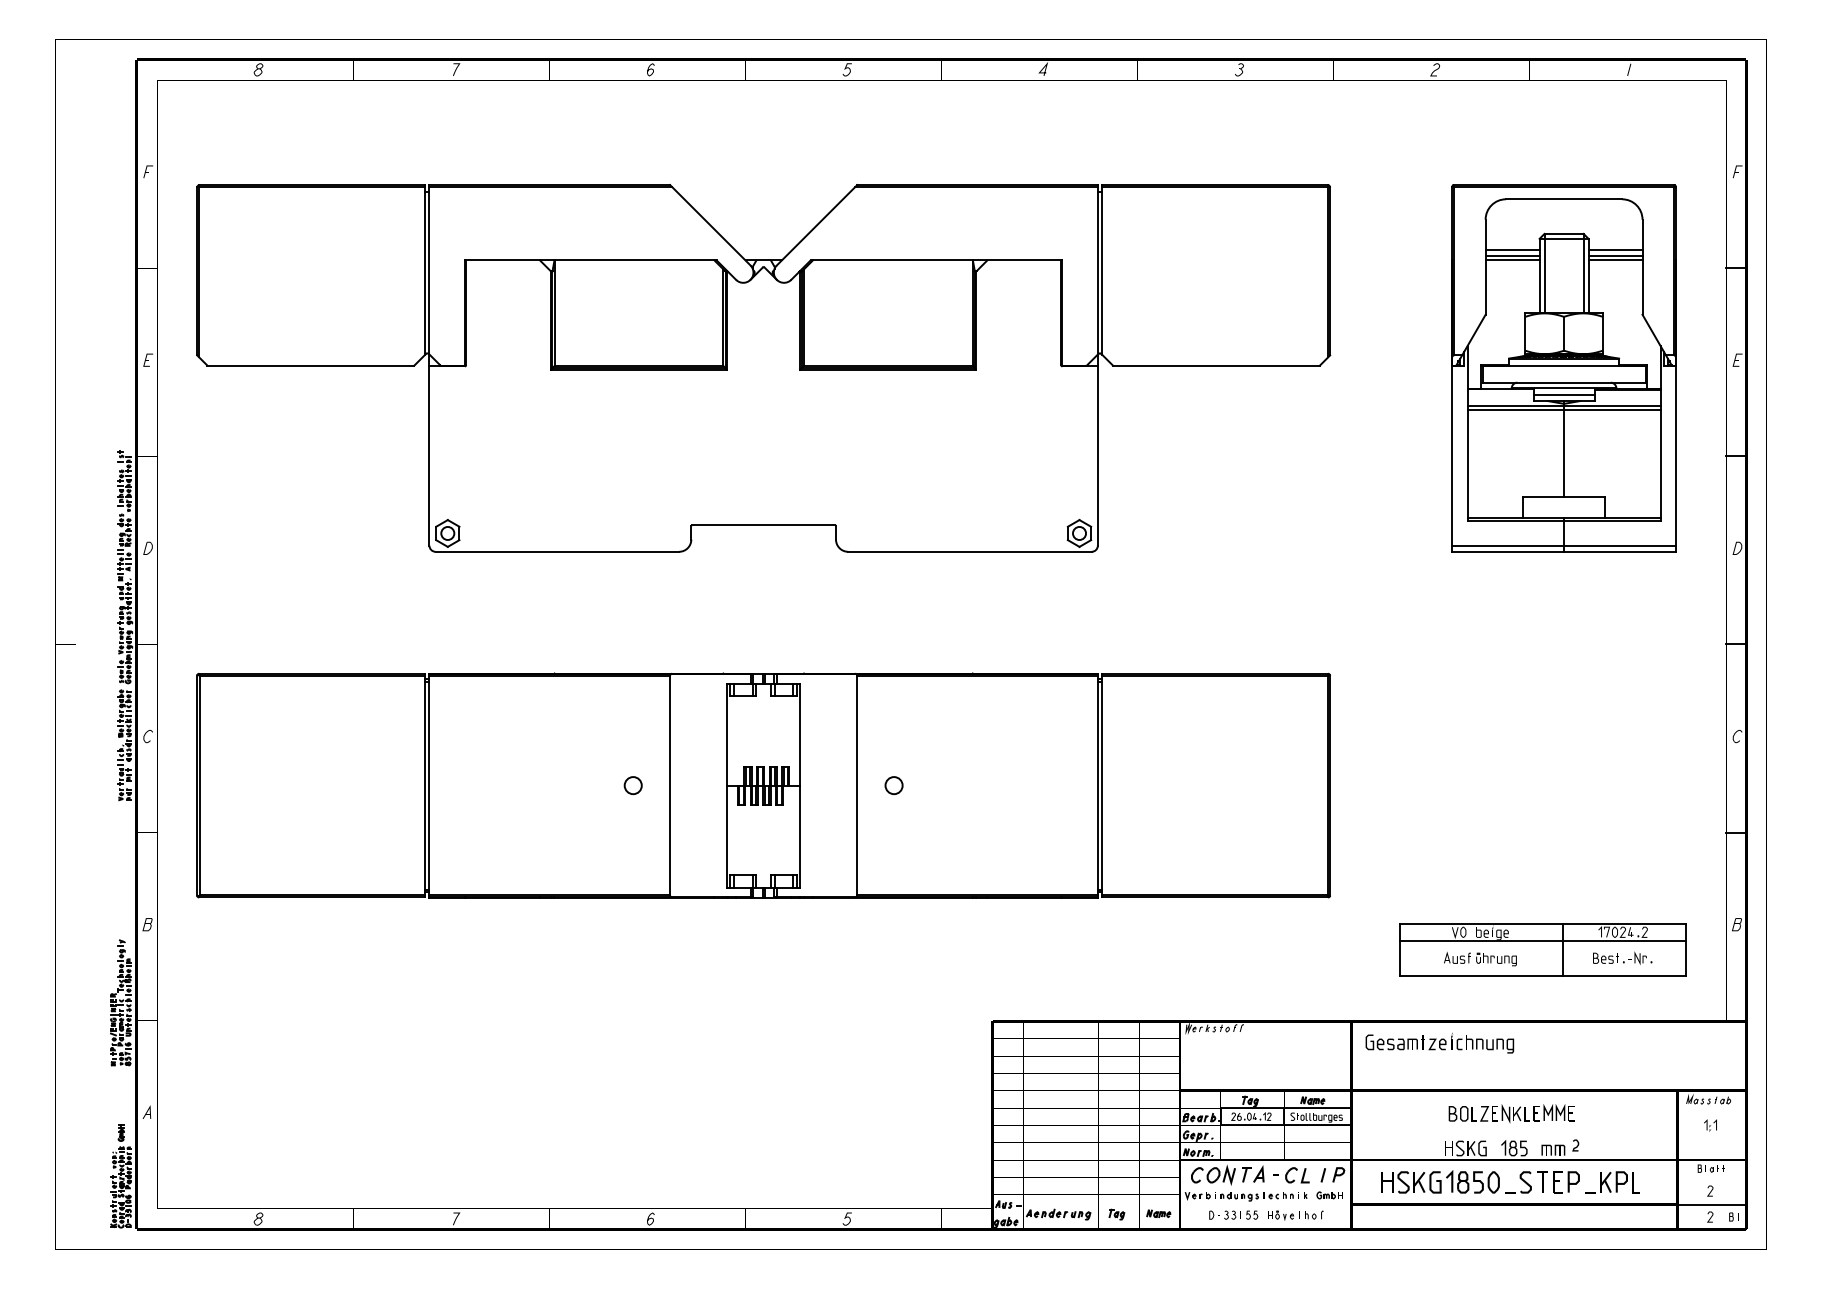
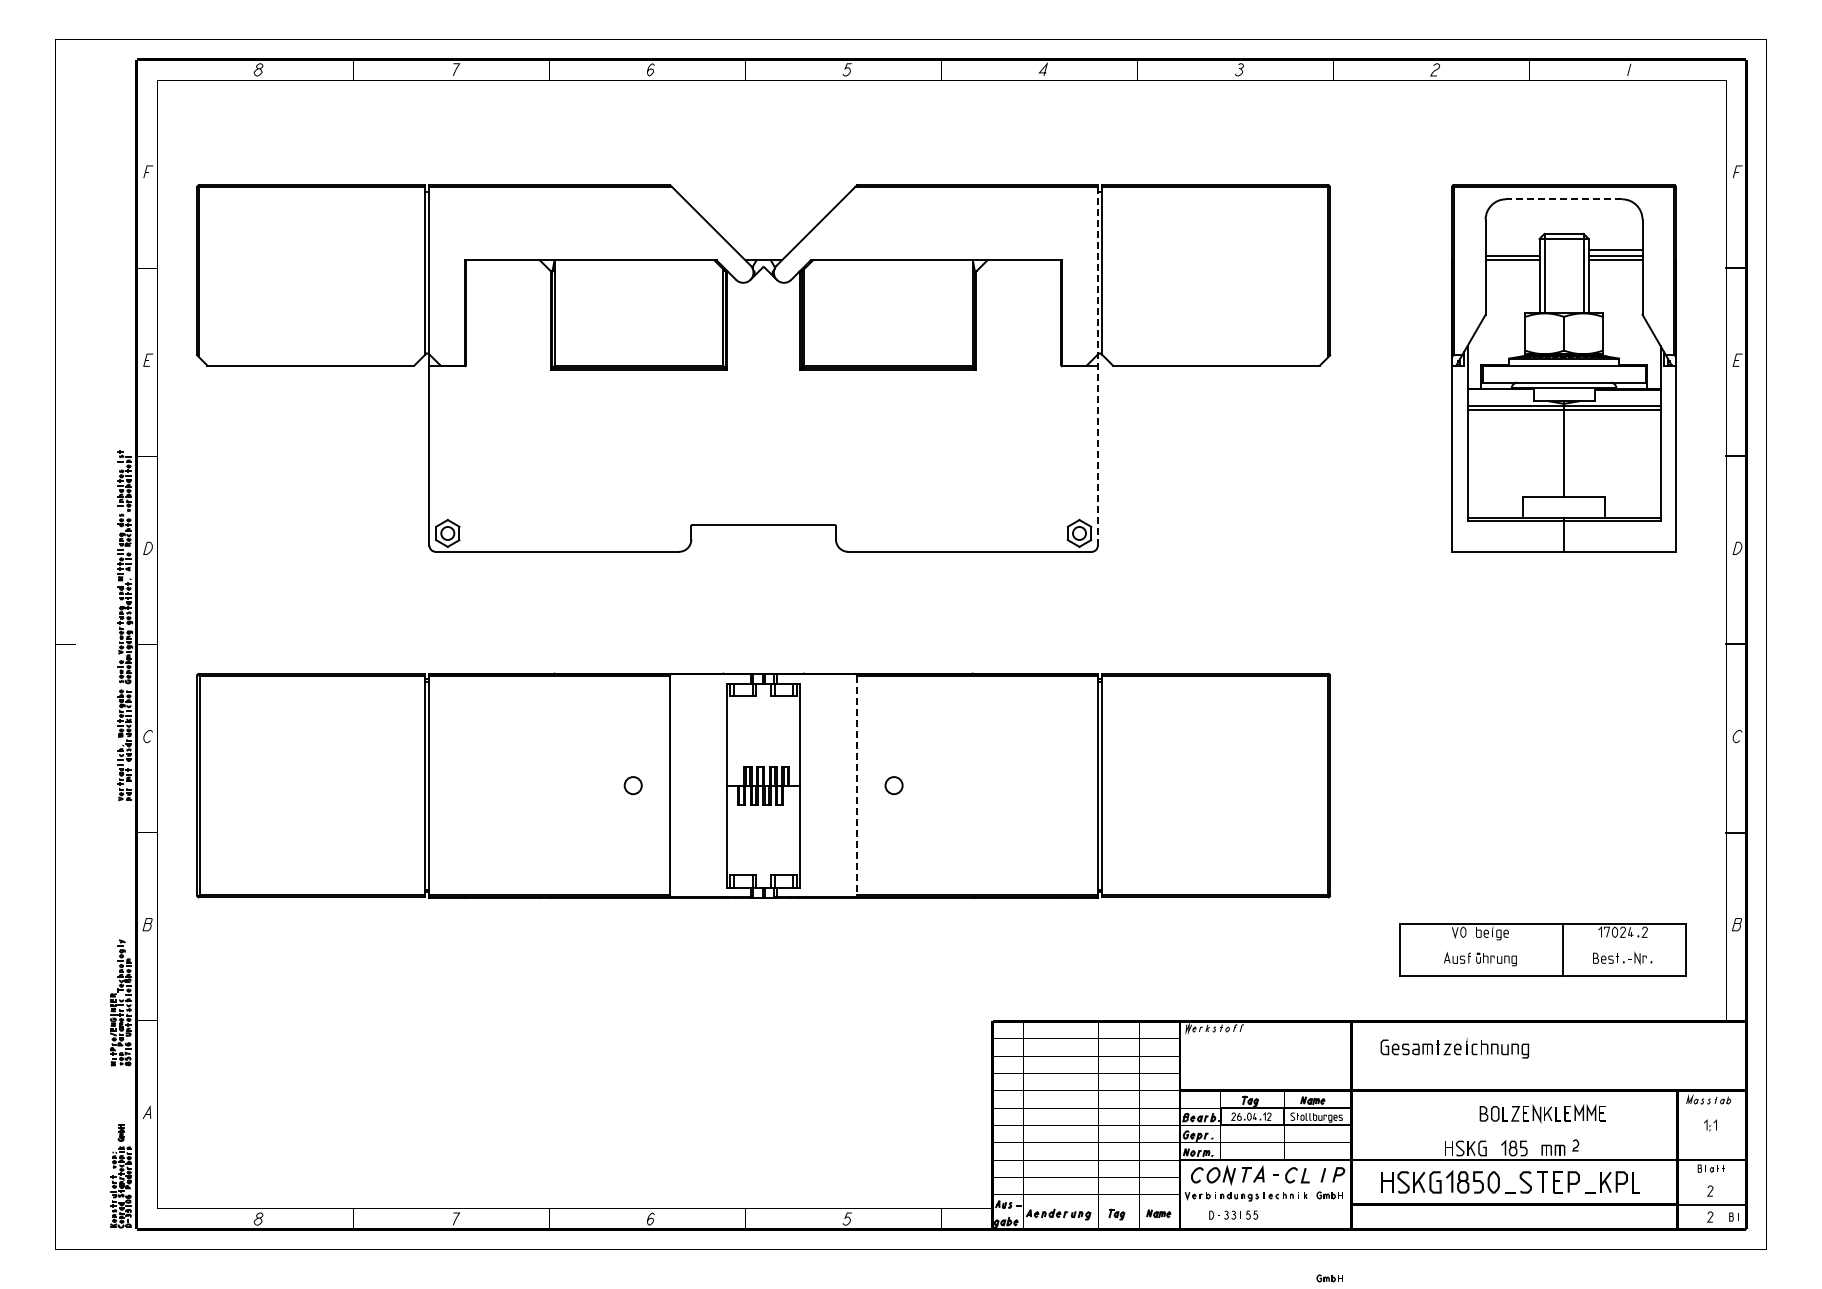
line at (1563, 199): solid -> dashed
line at (1512, 250): present -> none
line at (1097, 364): solid -> dashed
line at (1563, 395): present -> none
line at (1564, 545): present -> none
line at (857, 785): solid -> dashed
line at (1542, 940): present -> none
part at (1439, 1042) position: (1439, 1042) -> (1454, 1047)
part at (1511, 1113) position: (1511, 1113) -> (1542, 1113)
part at (1295, 1215): present -> none
part at (1329, 1278): none -> present
